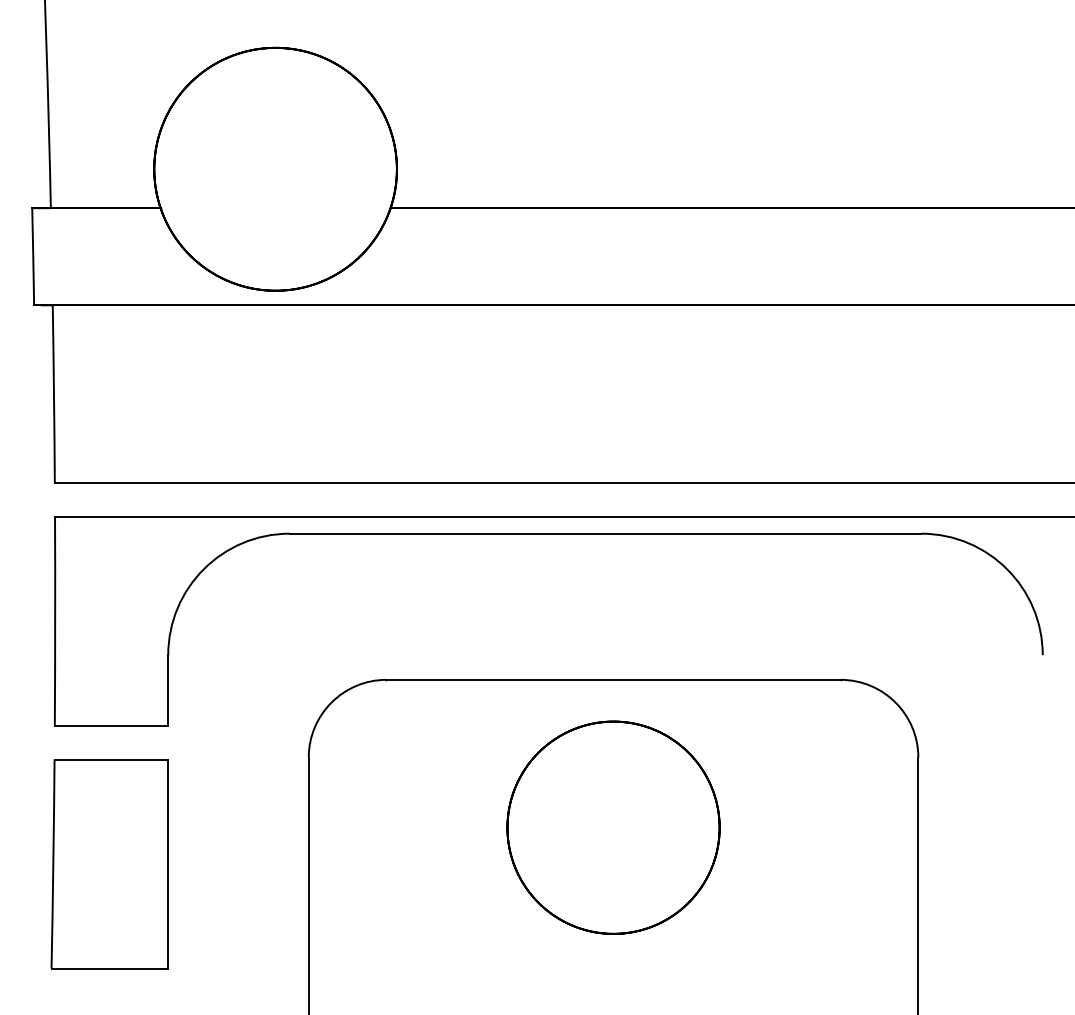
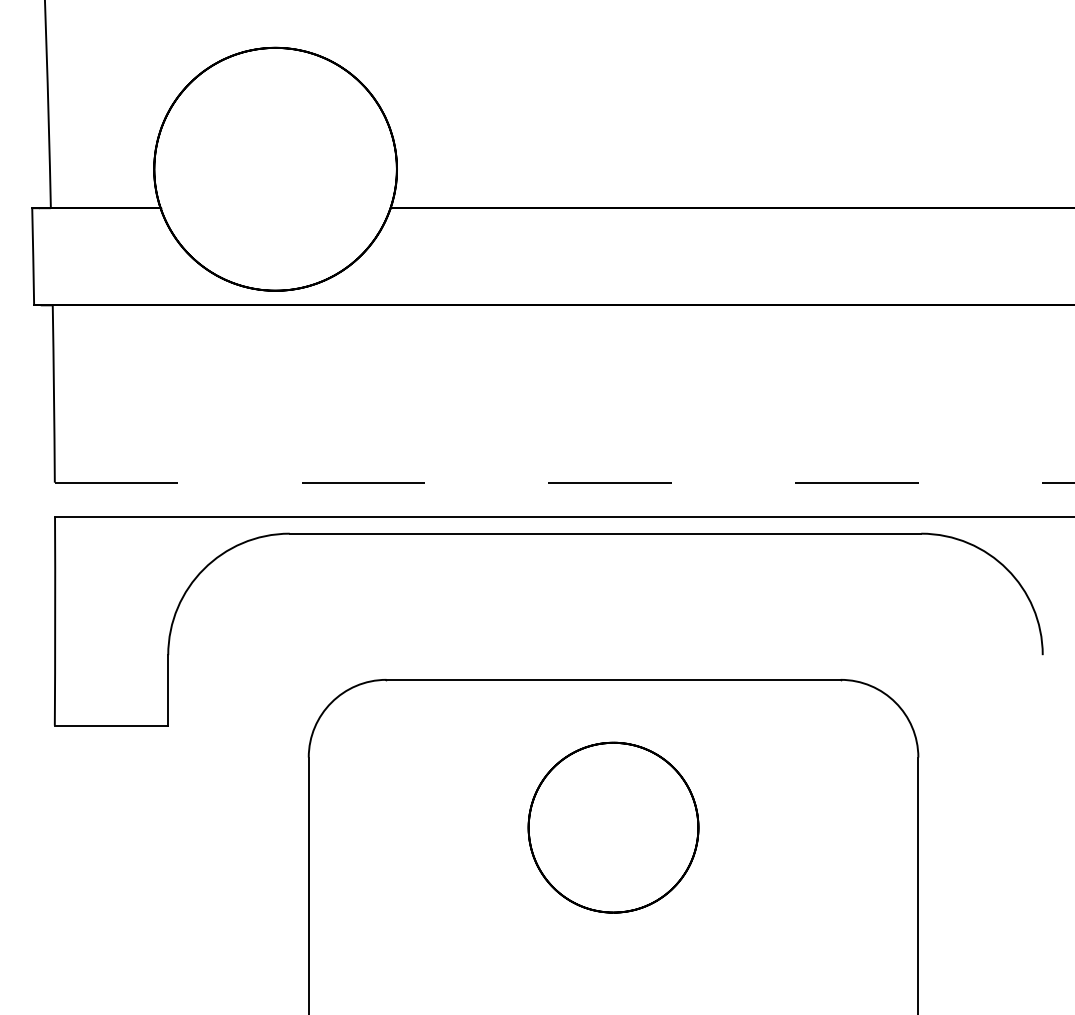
line at (564, 482): solid -> dashed
part at (613, 827) size: 215x215 px -> 173x173 px
part at (109, 864): present -> none
